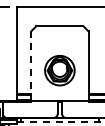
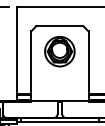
line at (31, 66): dashed -> solid
part at (59, 70) position: (59, 70) -> (59, 51)
line at (60, 122): dashed -> solid
